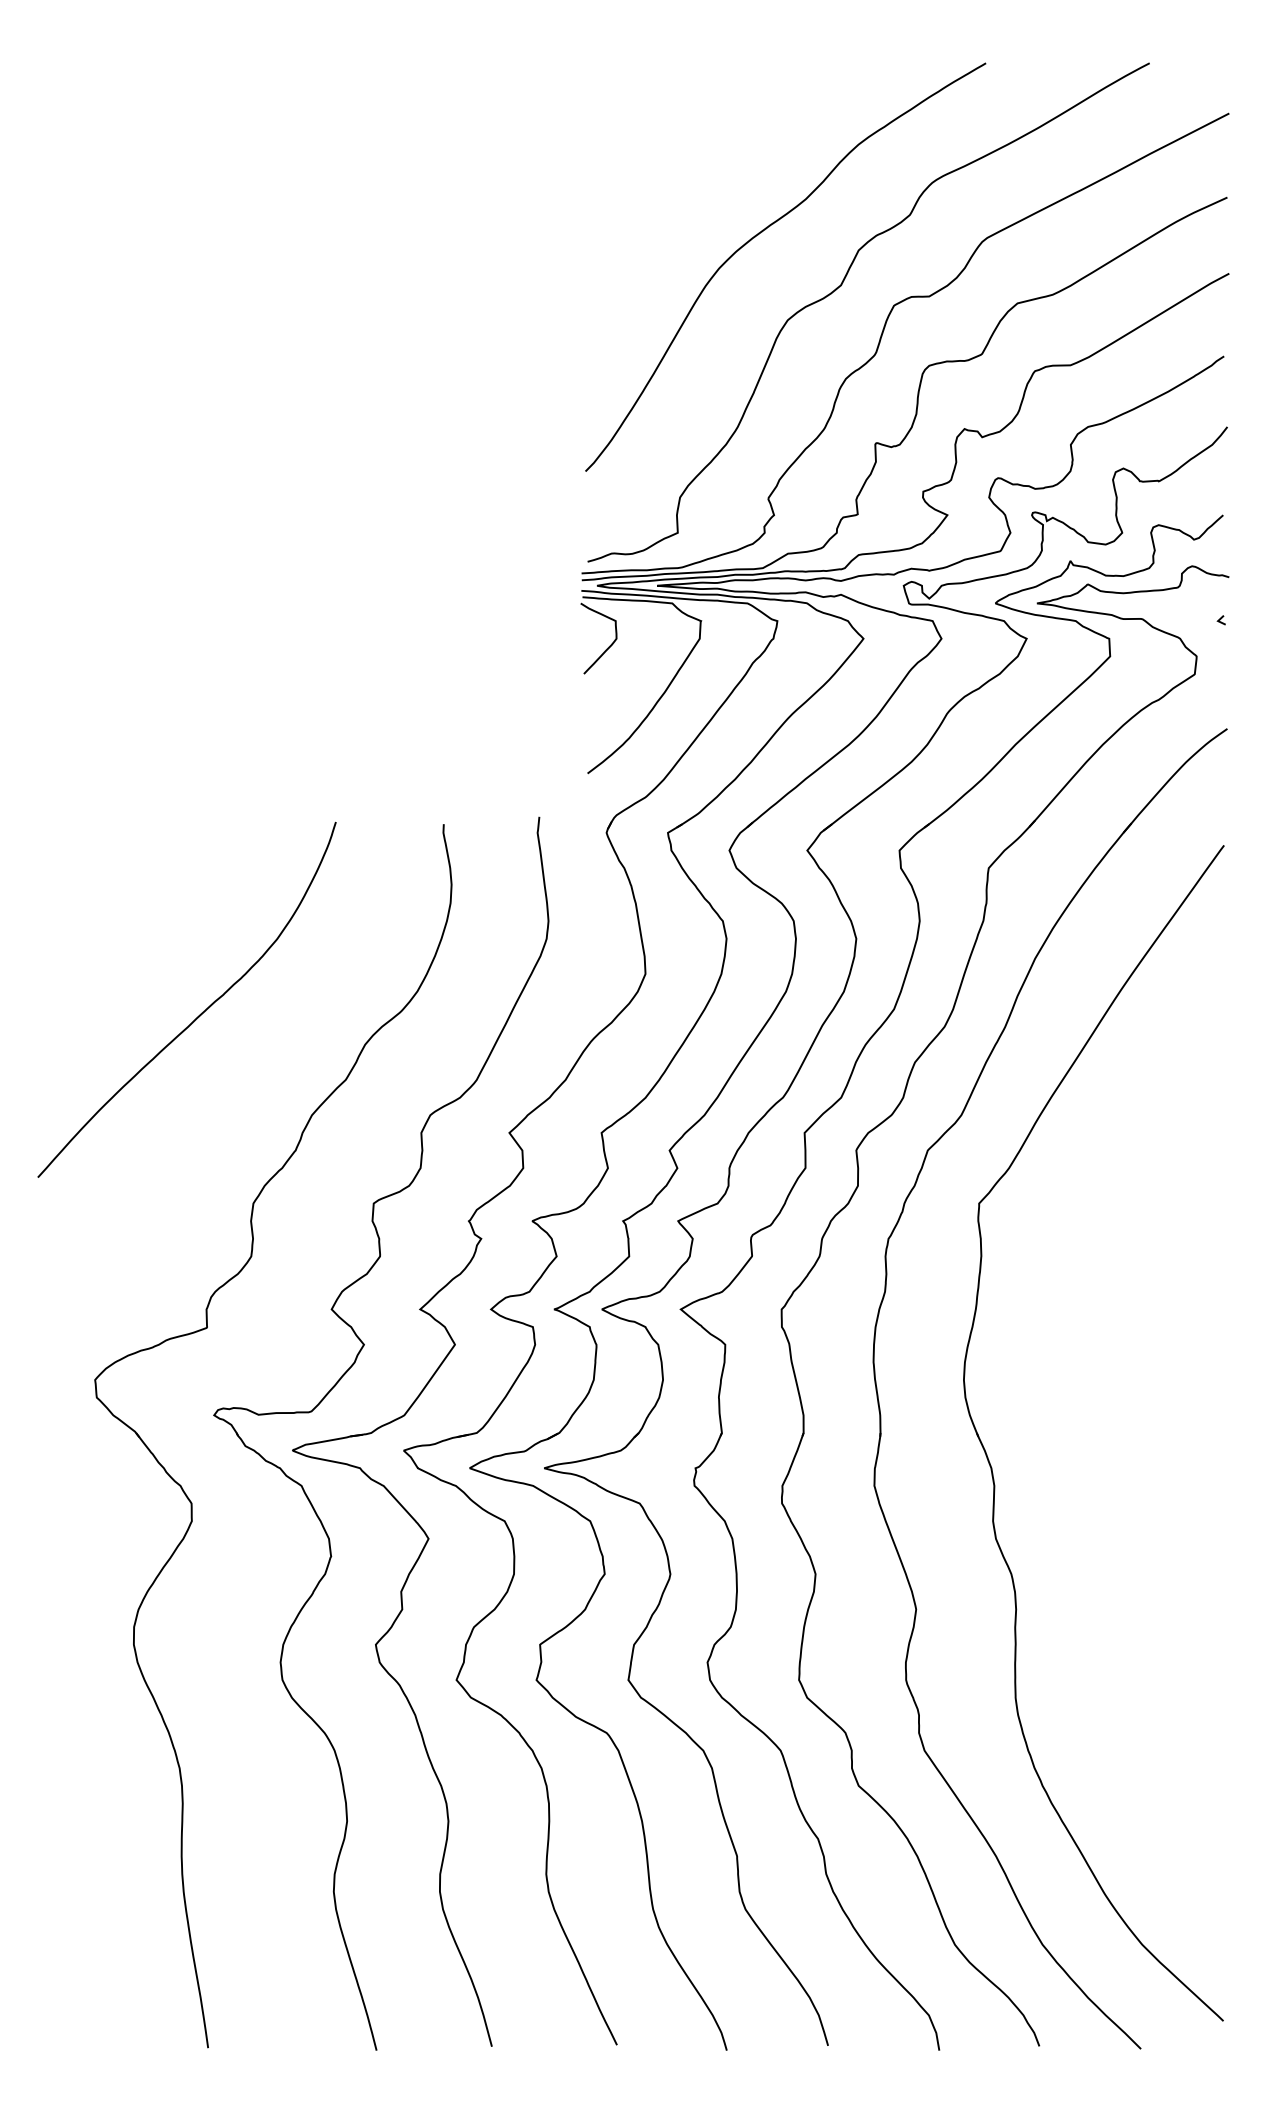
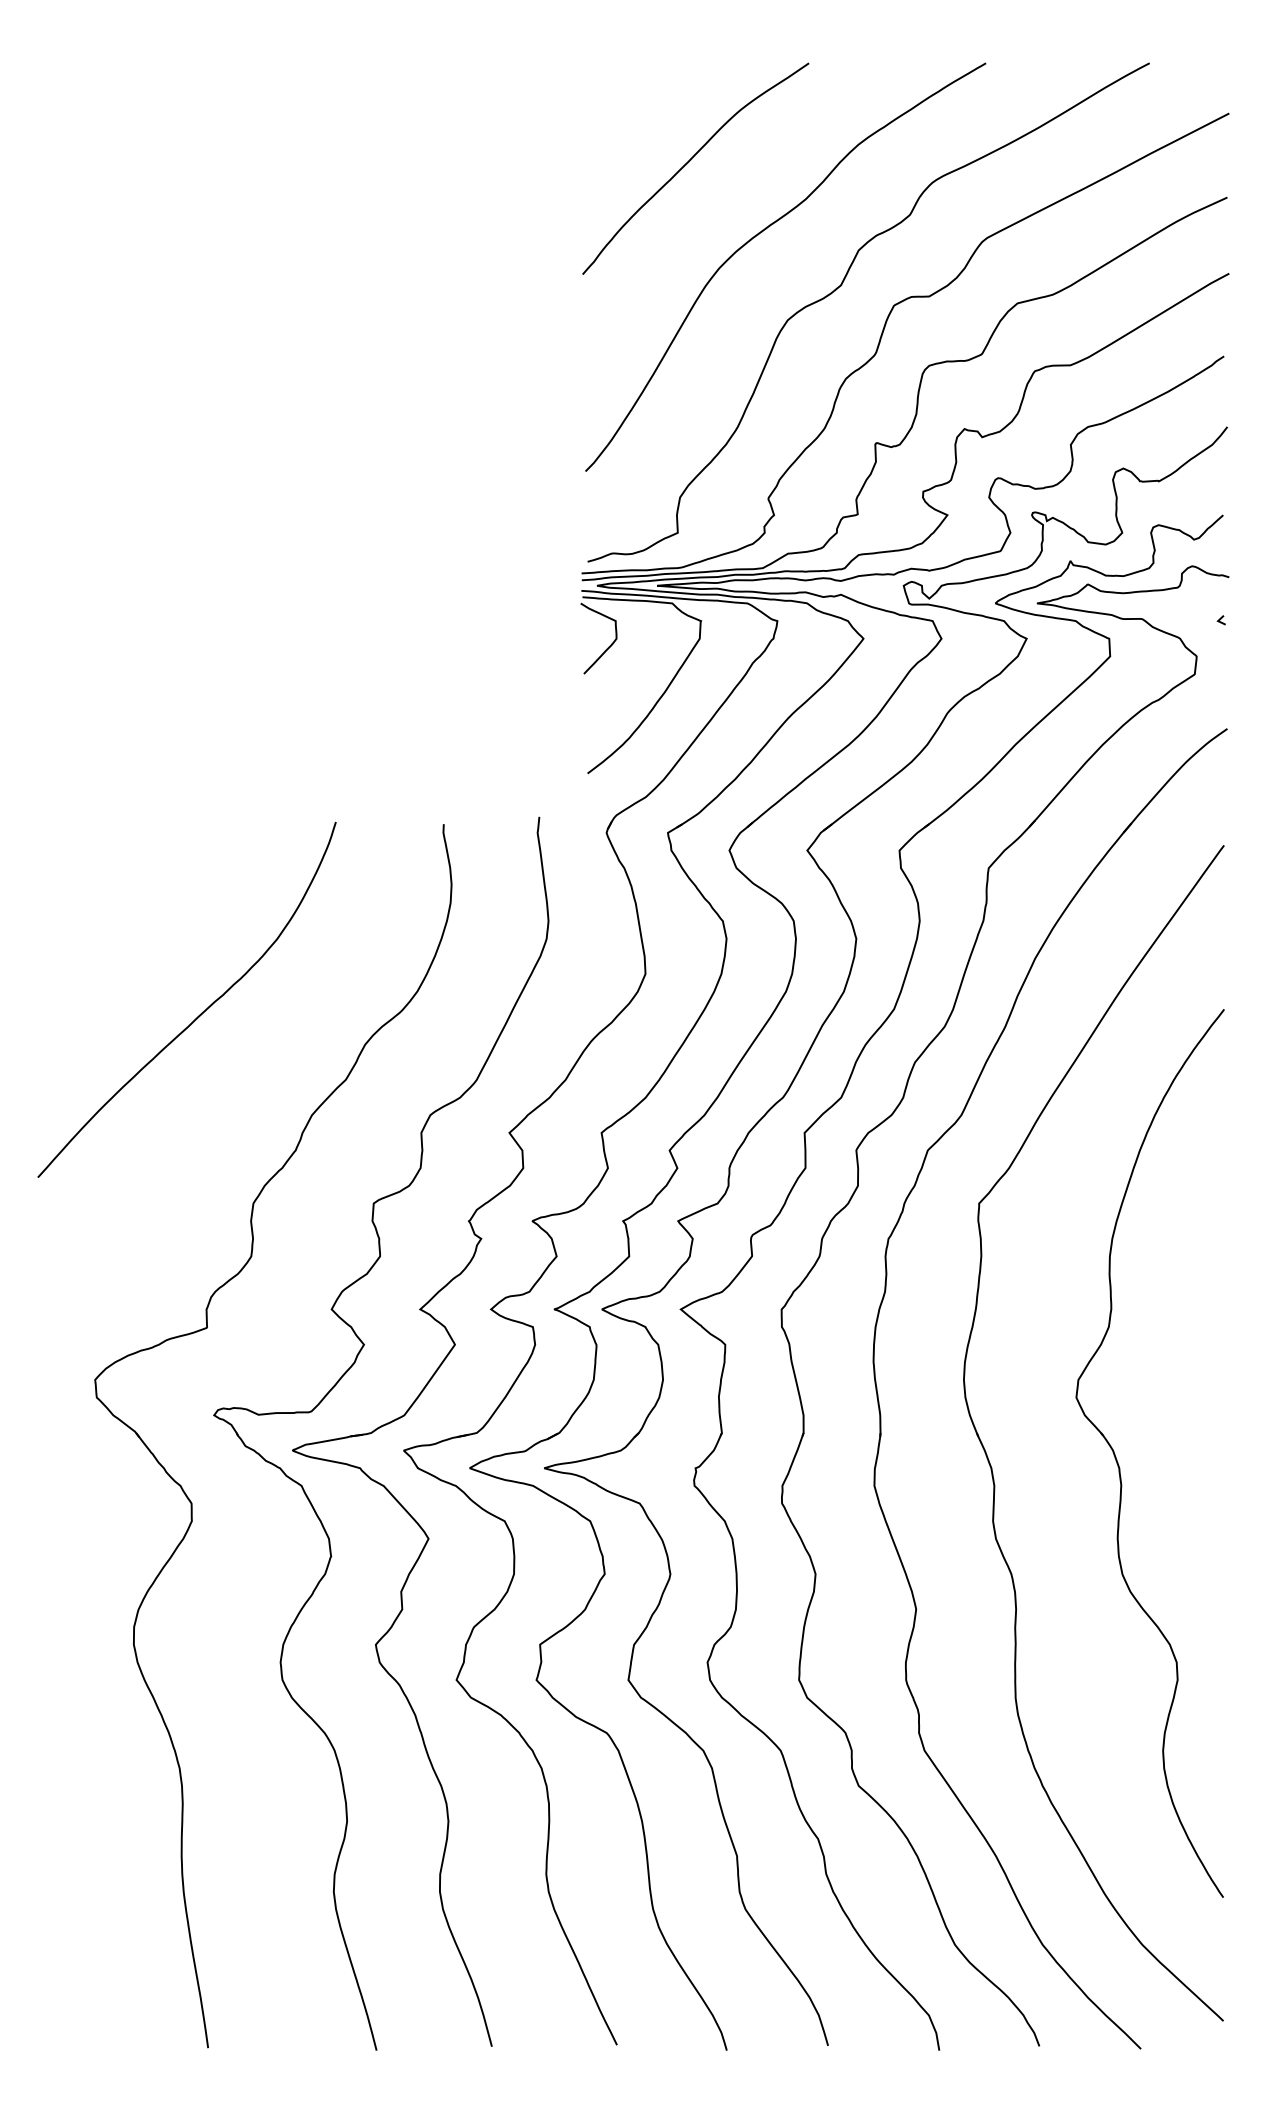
curve at (689, 162): none -> present
part at (1118, 1462): none -> present
